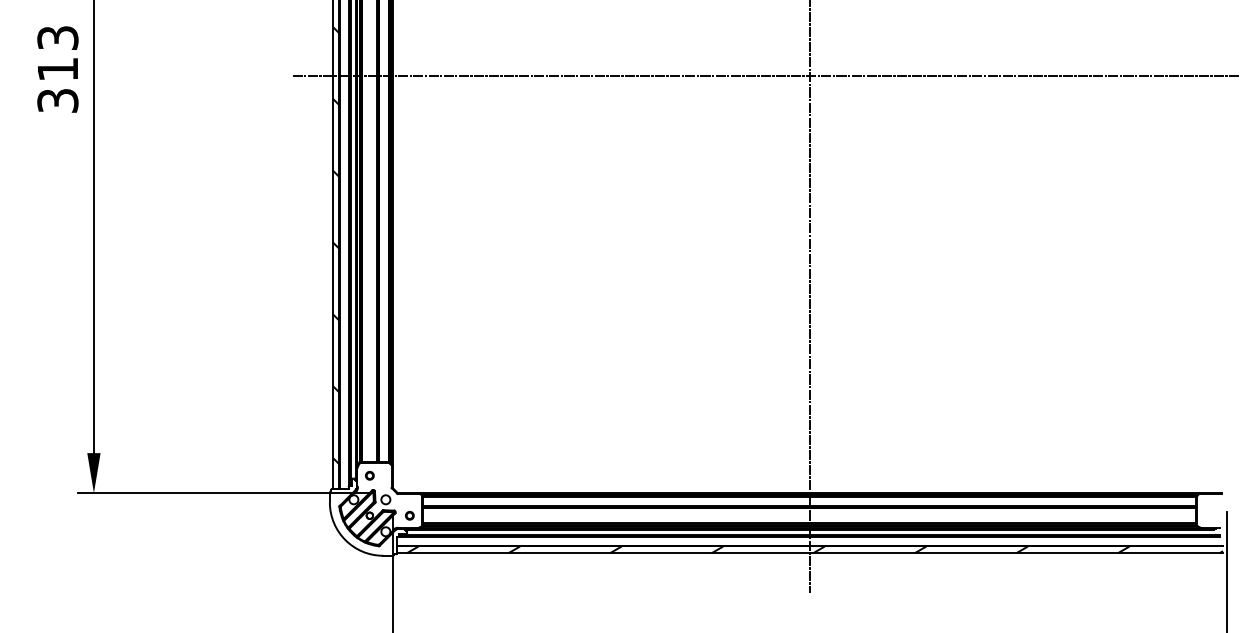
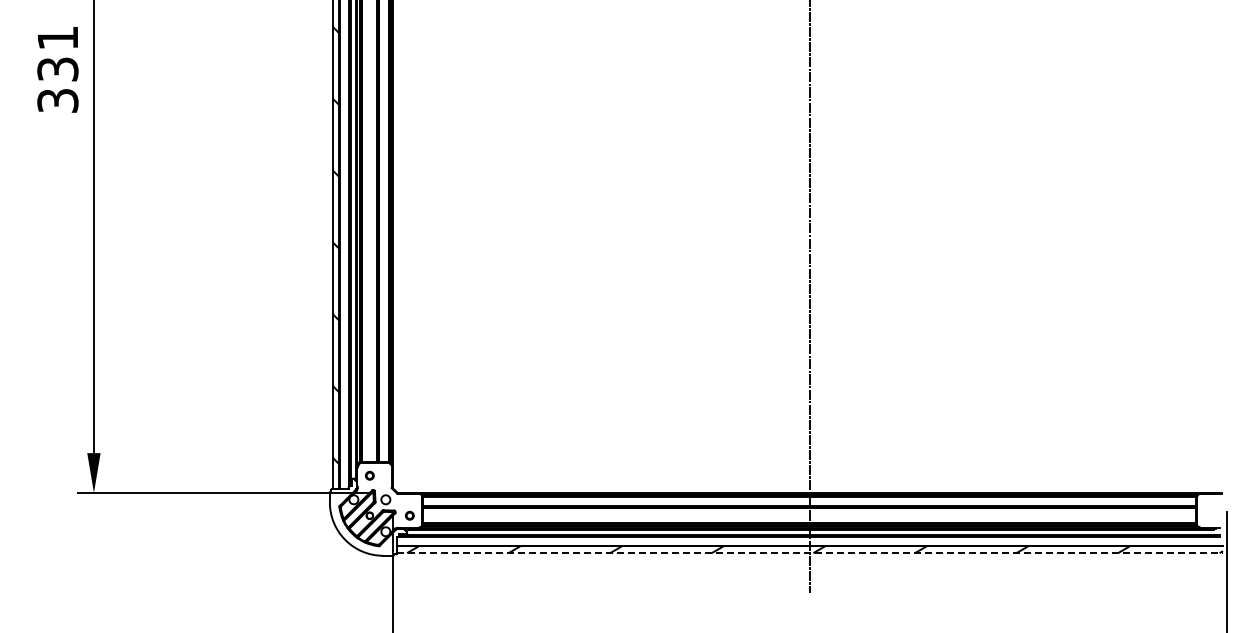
text at (57, 53): 313 -> 331
line at (764, 75): present -> none
line at (810, 553): solid -> dashed
